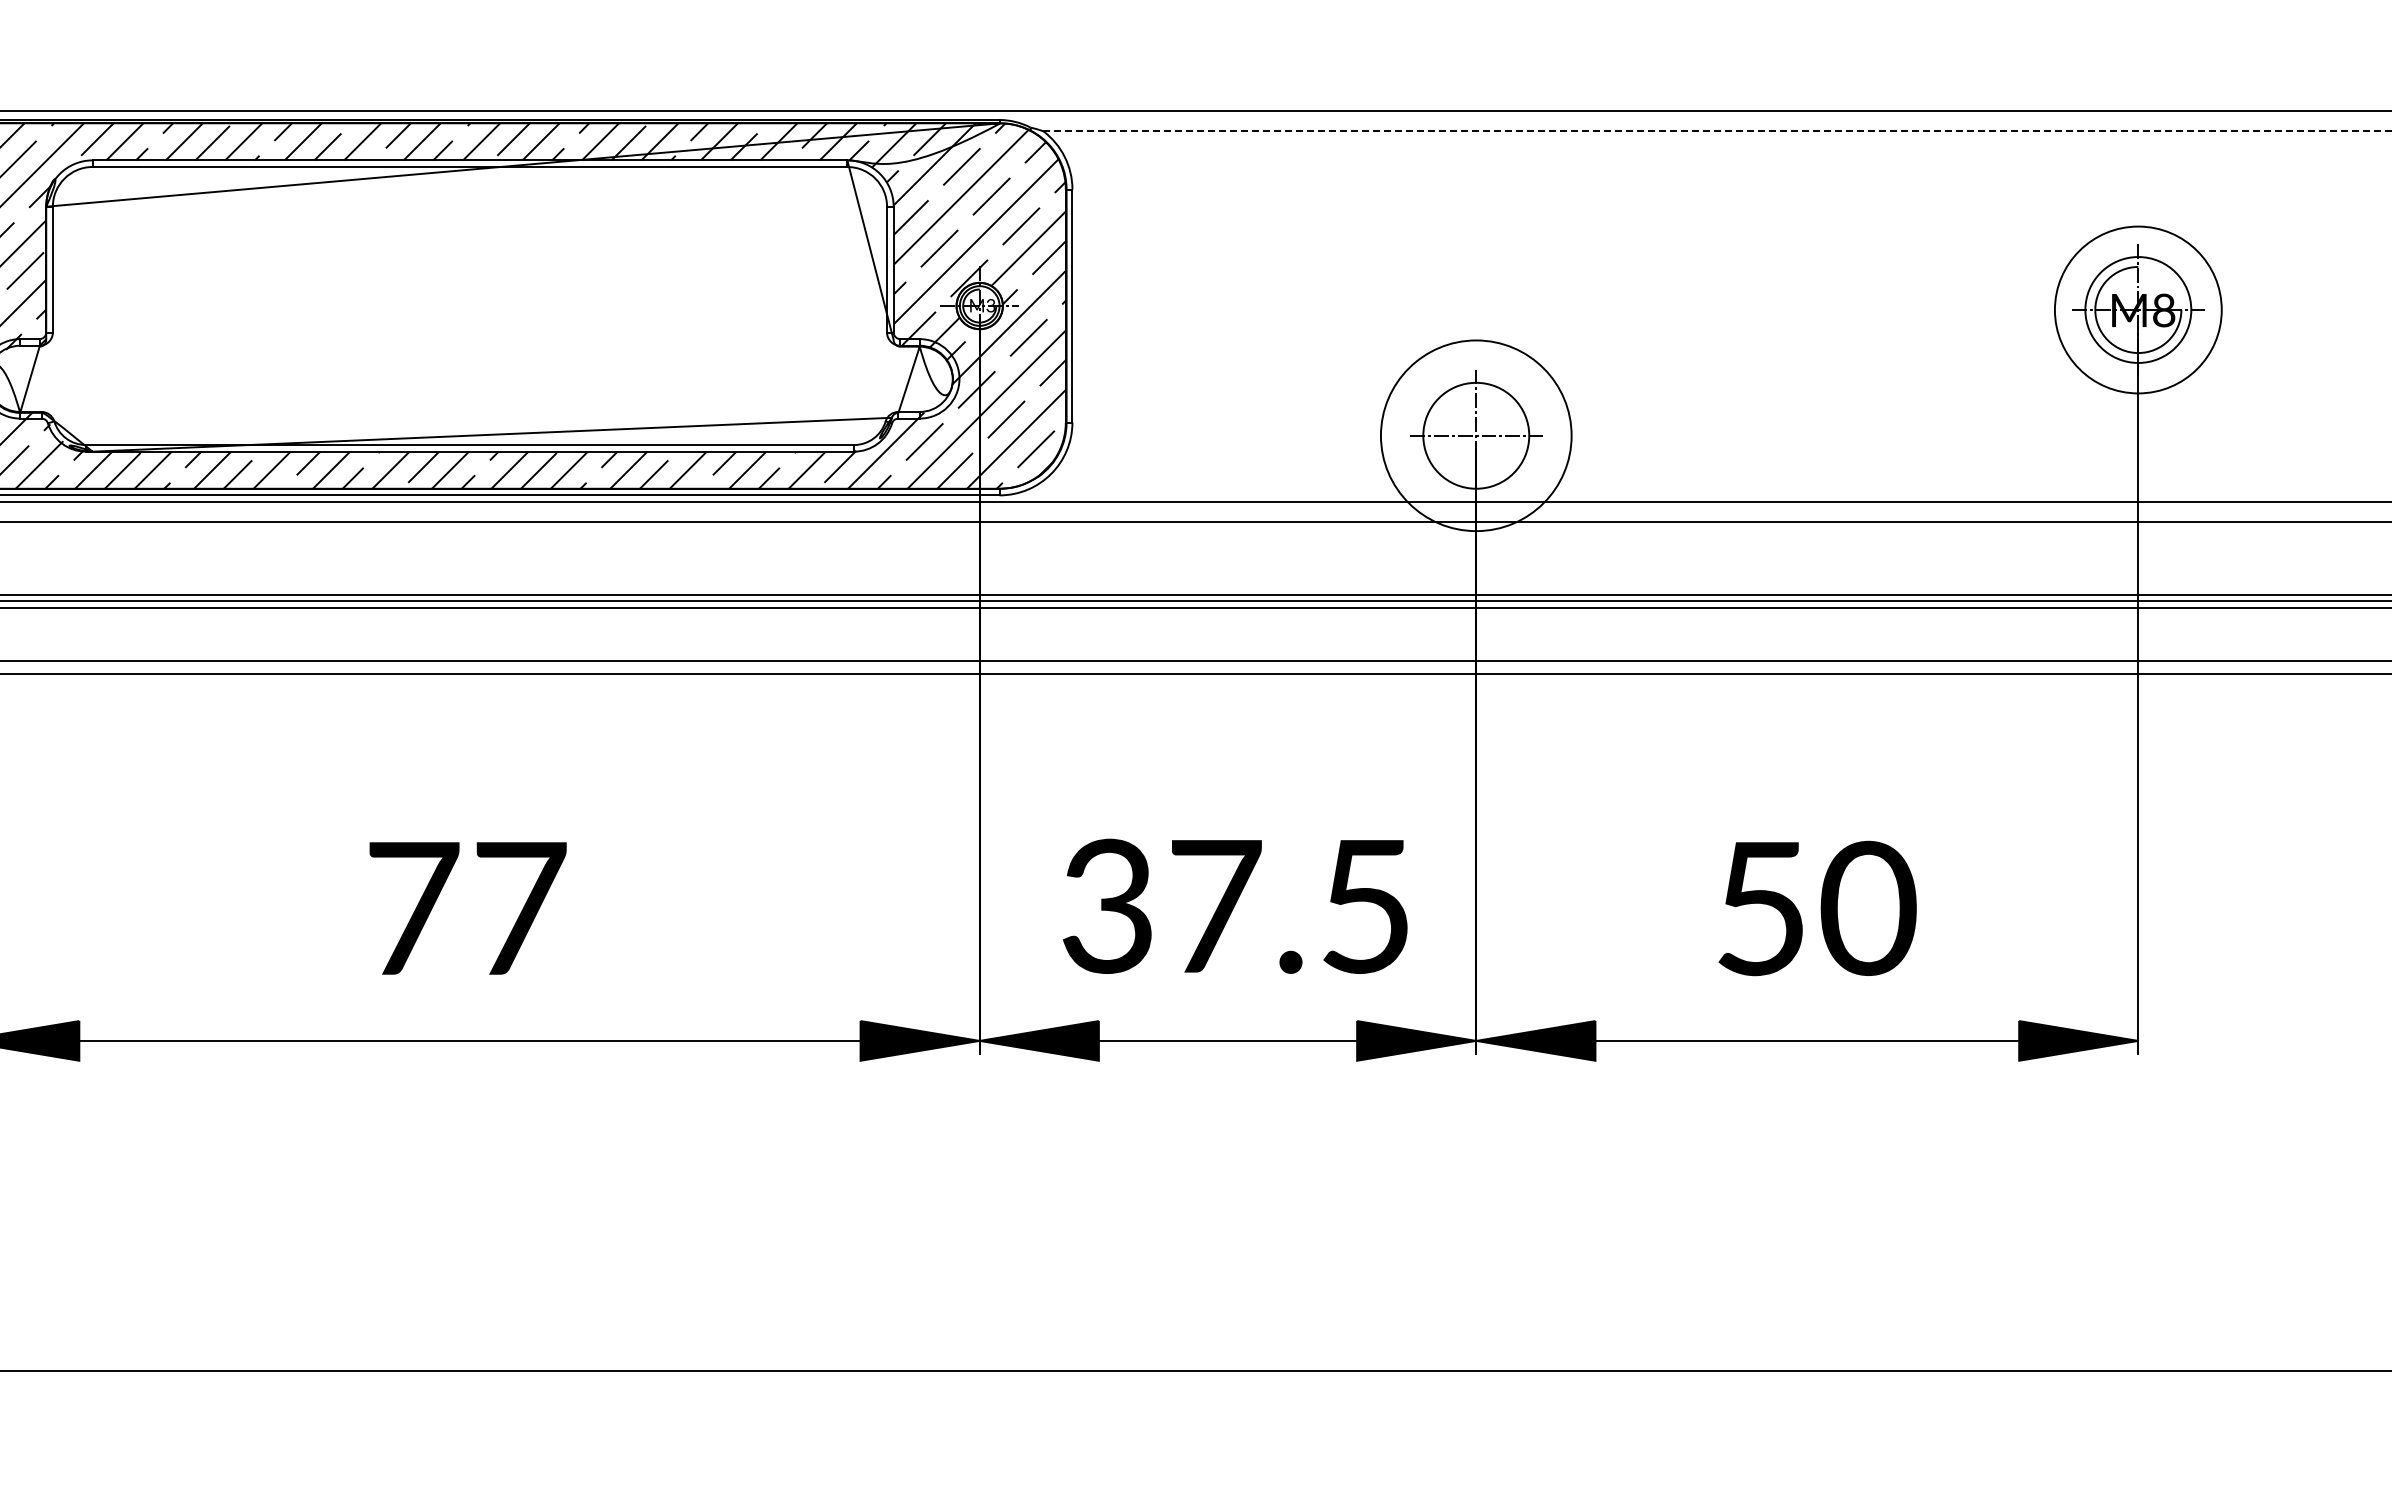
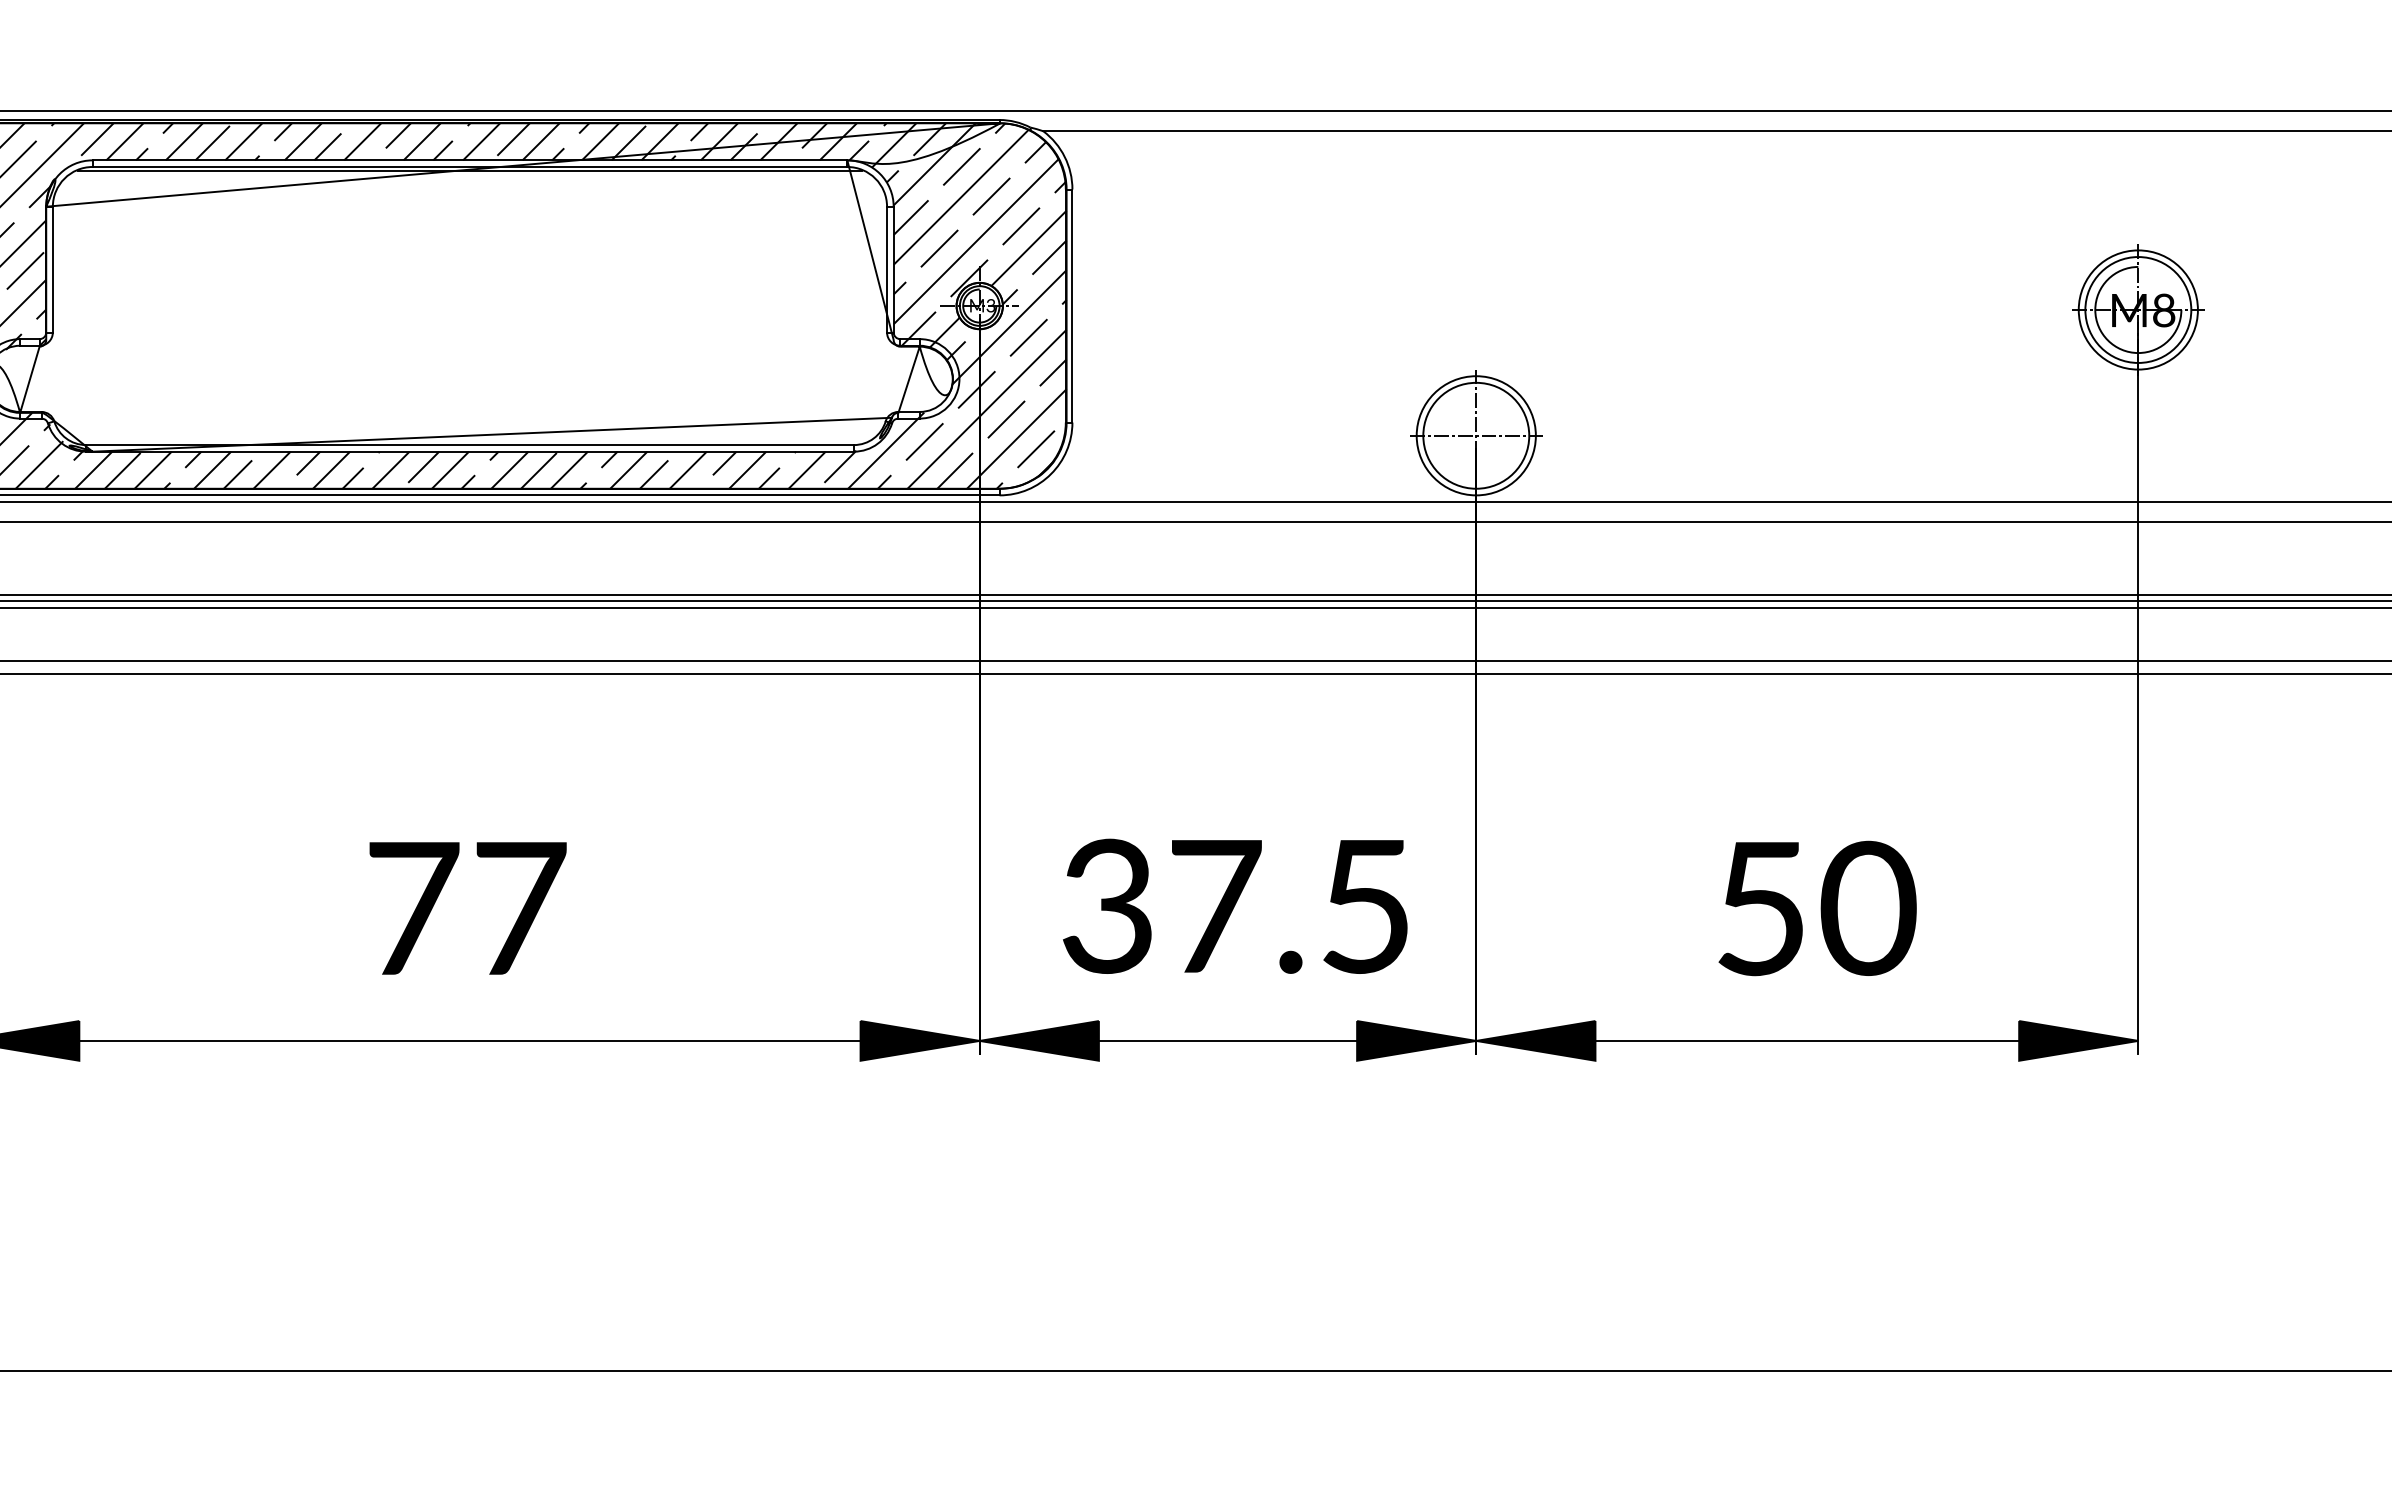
line at (1718, 131): dashed -> solid
line at (469, 170): none -> present
circle at (2137, 309) diameter: 167 px -> 119 px
circle at (1475, 435) diameter: 191 px -> 119 px
